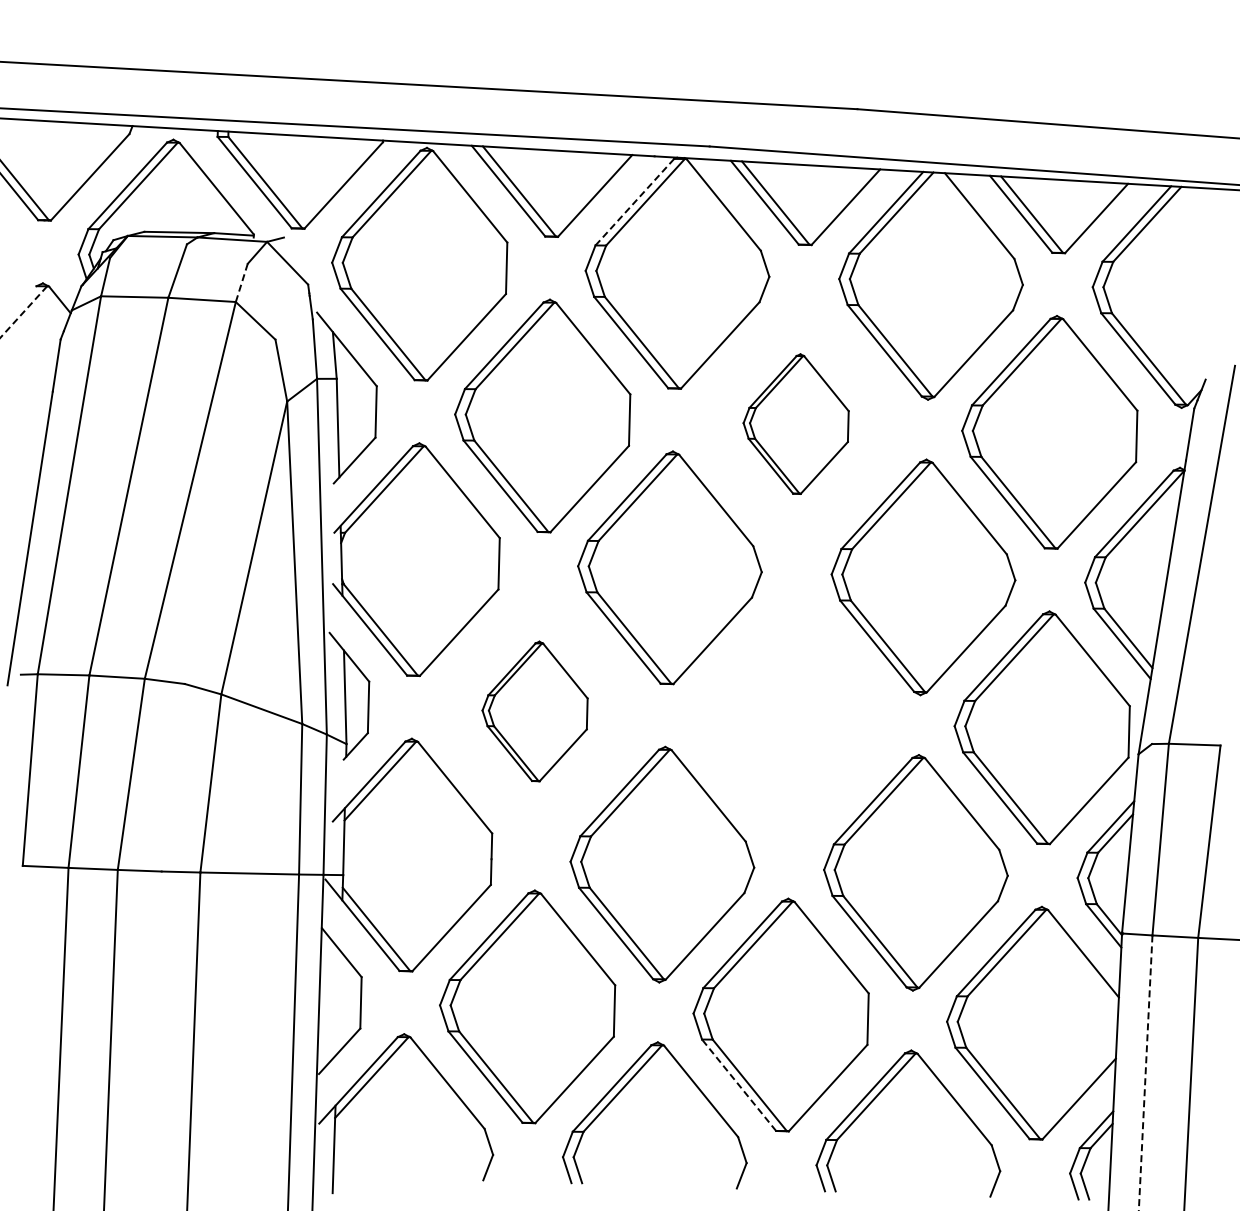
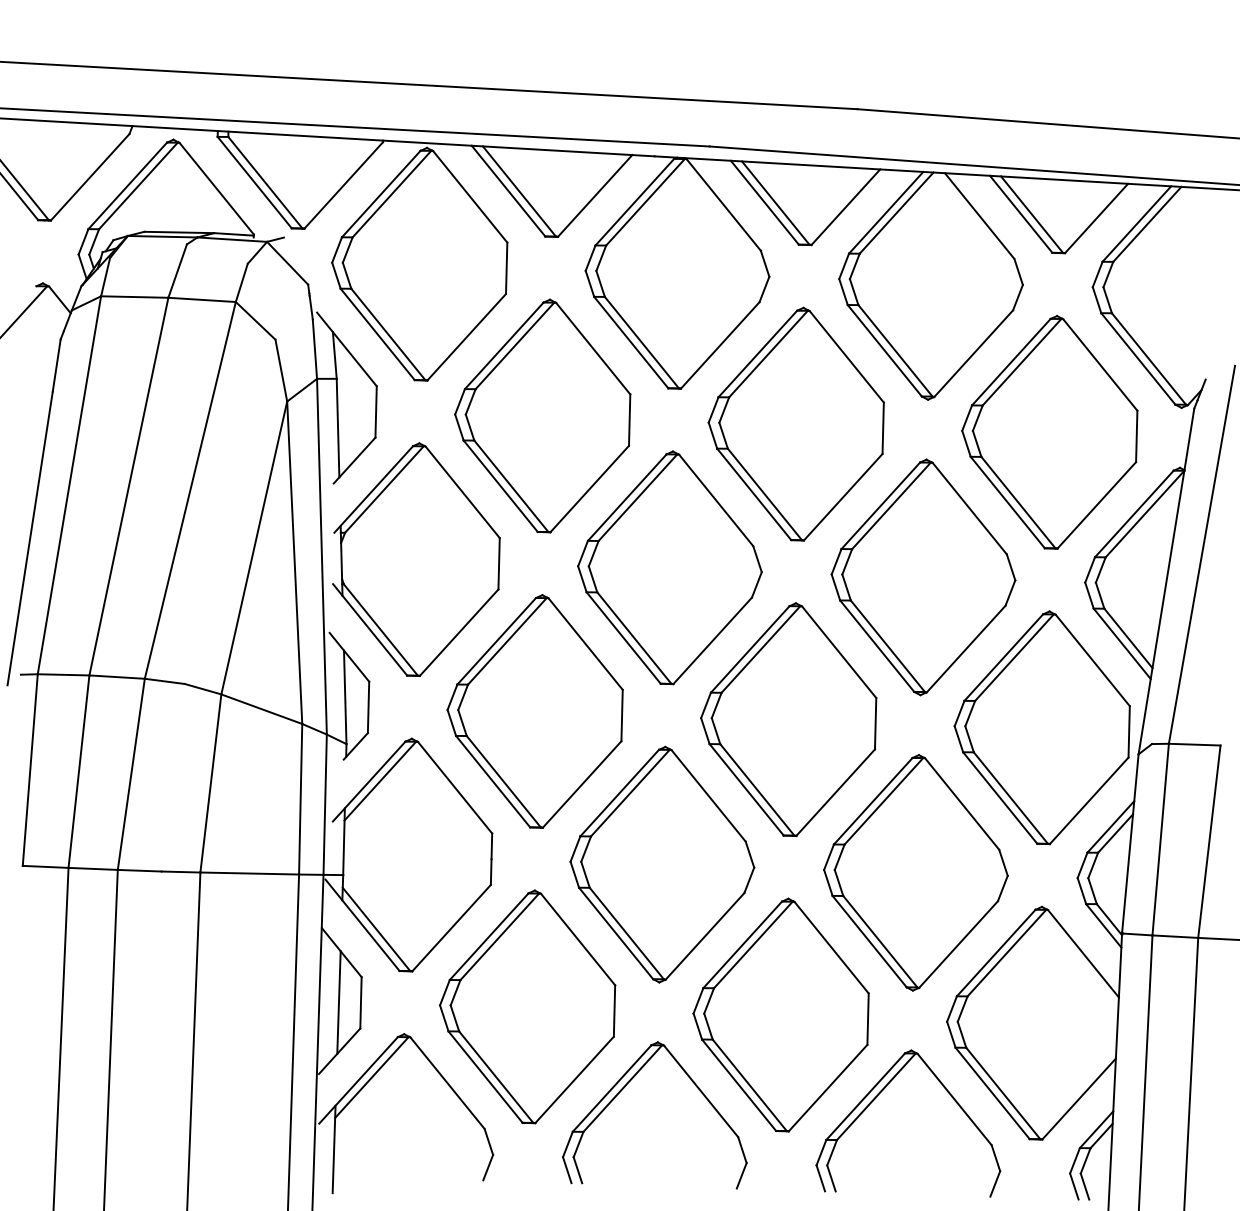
line at (634, 202): dashed -> solid
line at (241, 282): dashed -> solid
line at (23, 312): dashed -> solid
part at (795, 423) size: 108x142 px -> 178x236 px
part at (534, 711) size: 108x143 px -> 178x235 px
part at (788, 719): none -> present
line at (338, 1002): none -> present
line at (1145, 1073): dashed -> solid
line at (739, 1085): dashed -> solid
